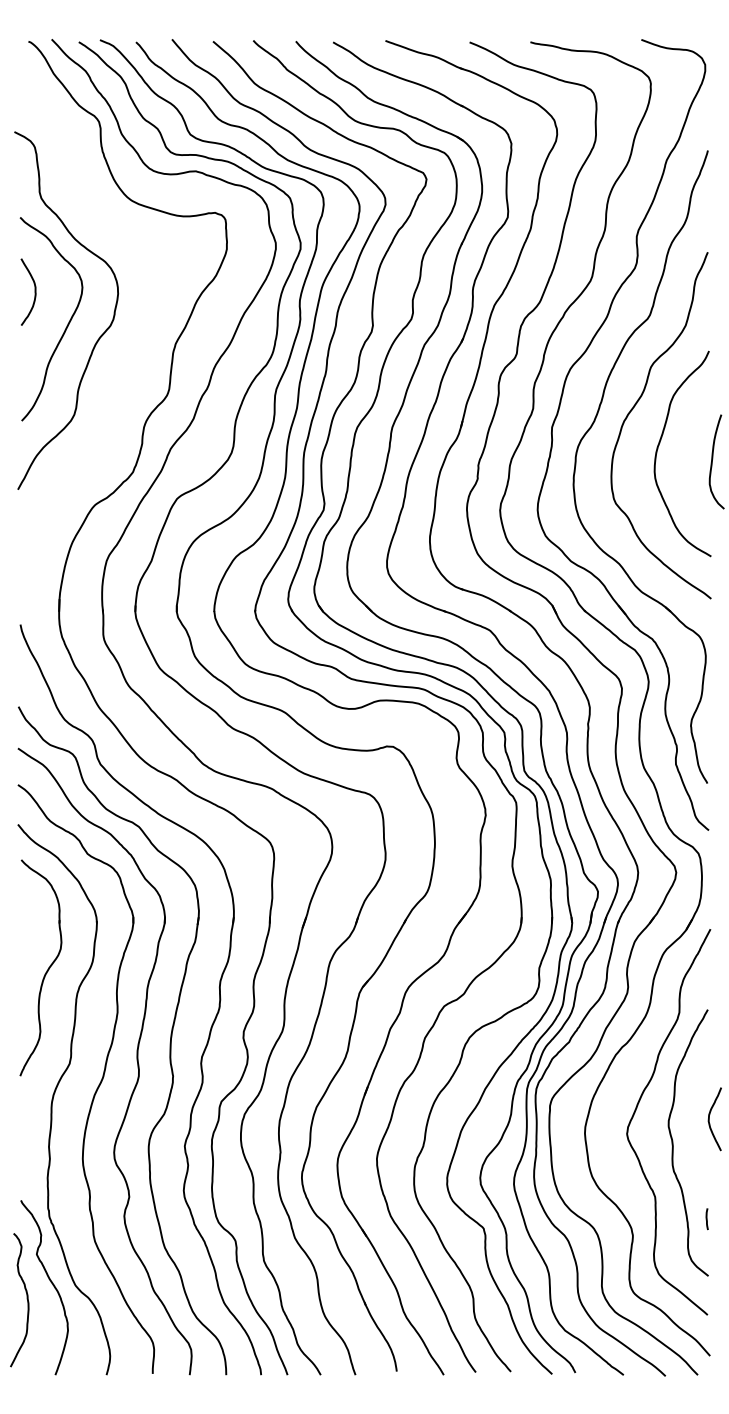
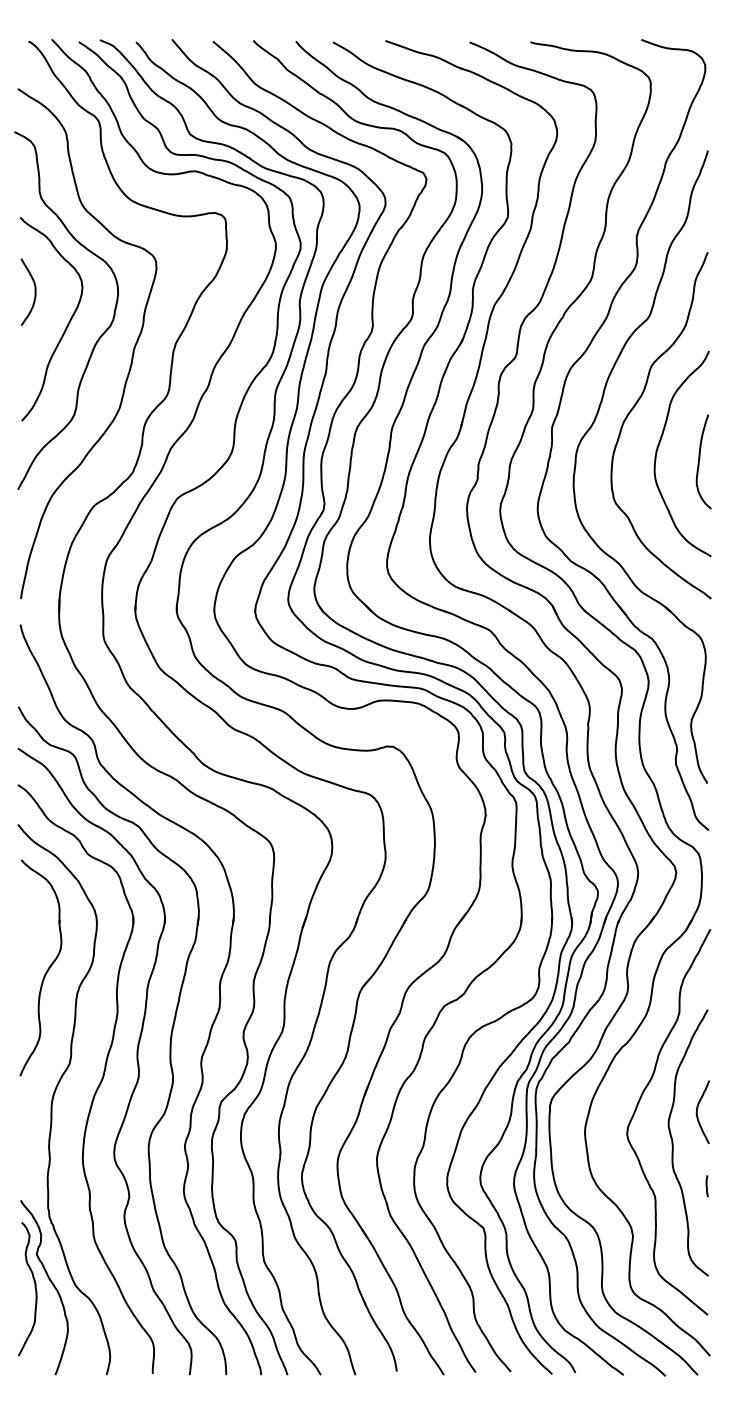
curve at (132, 350): none -> present
curve at (713, 459) position: (713, 459) -> (700, 459)
curve at (709, 1119) position: (709, 1119) -> (697, 1112)
curve at (706, 1219) position: (706, 1219) -> (706, 1186)
curve at (26, 1299) position: (26, 1299) -> (34, 1288)
